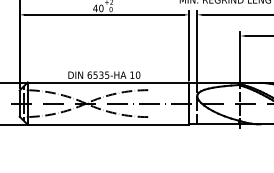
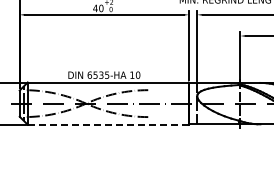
line at (108, 124): solid -> dashed
